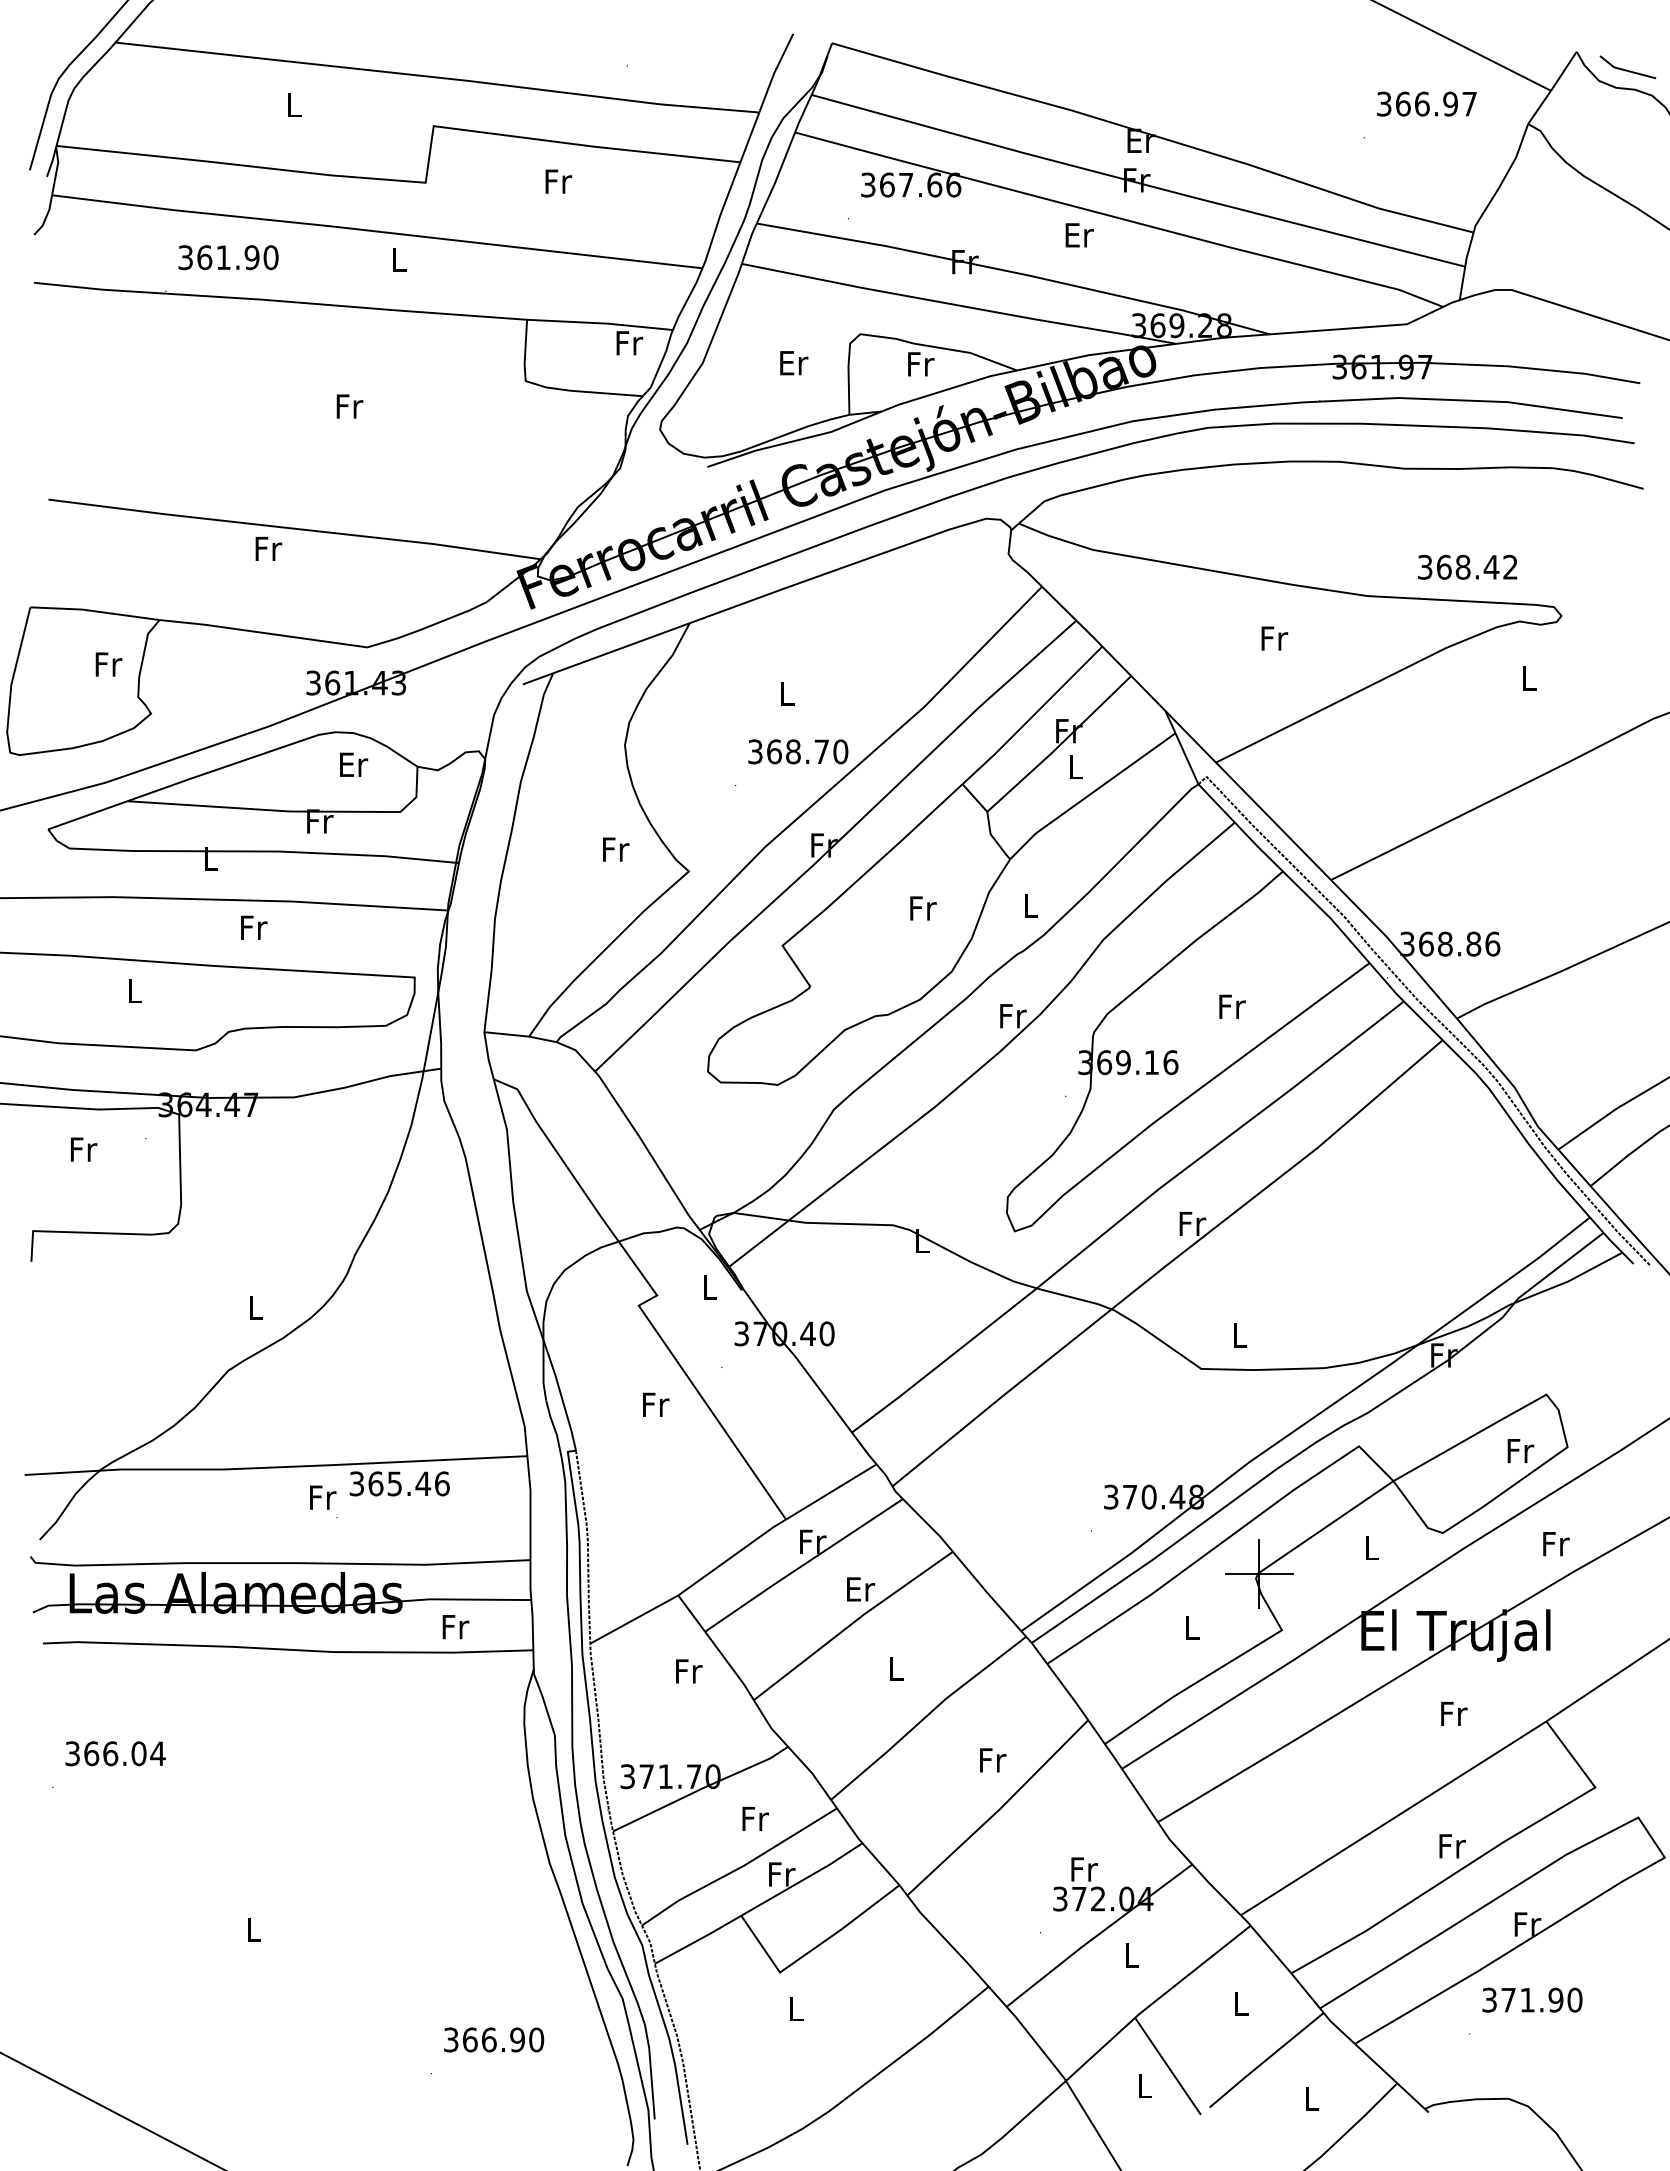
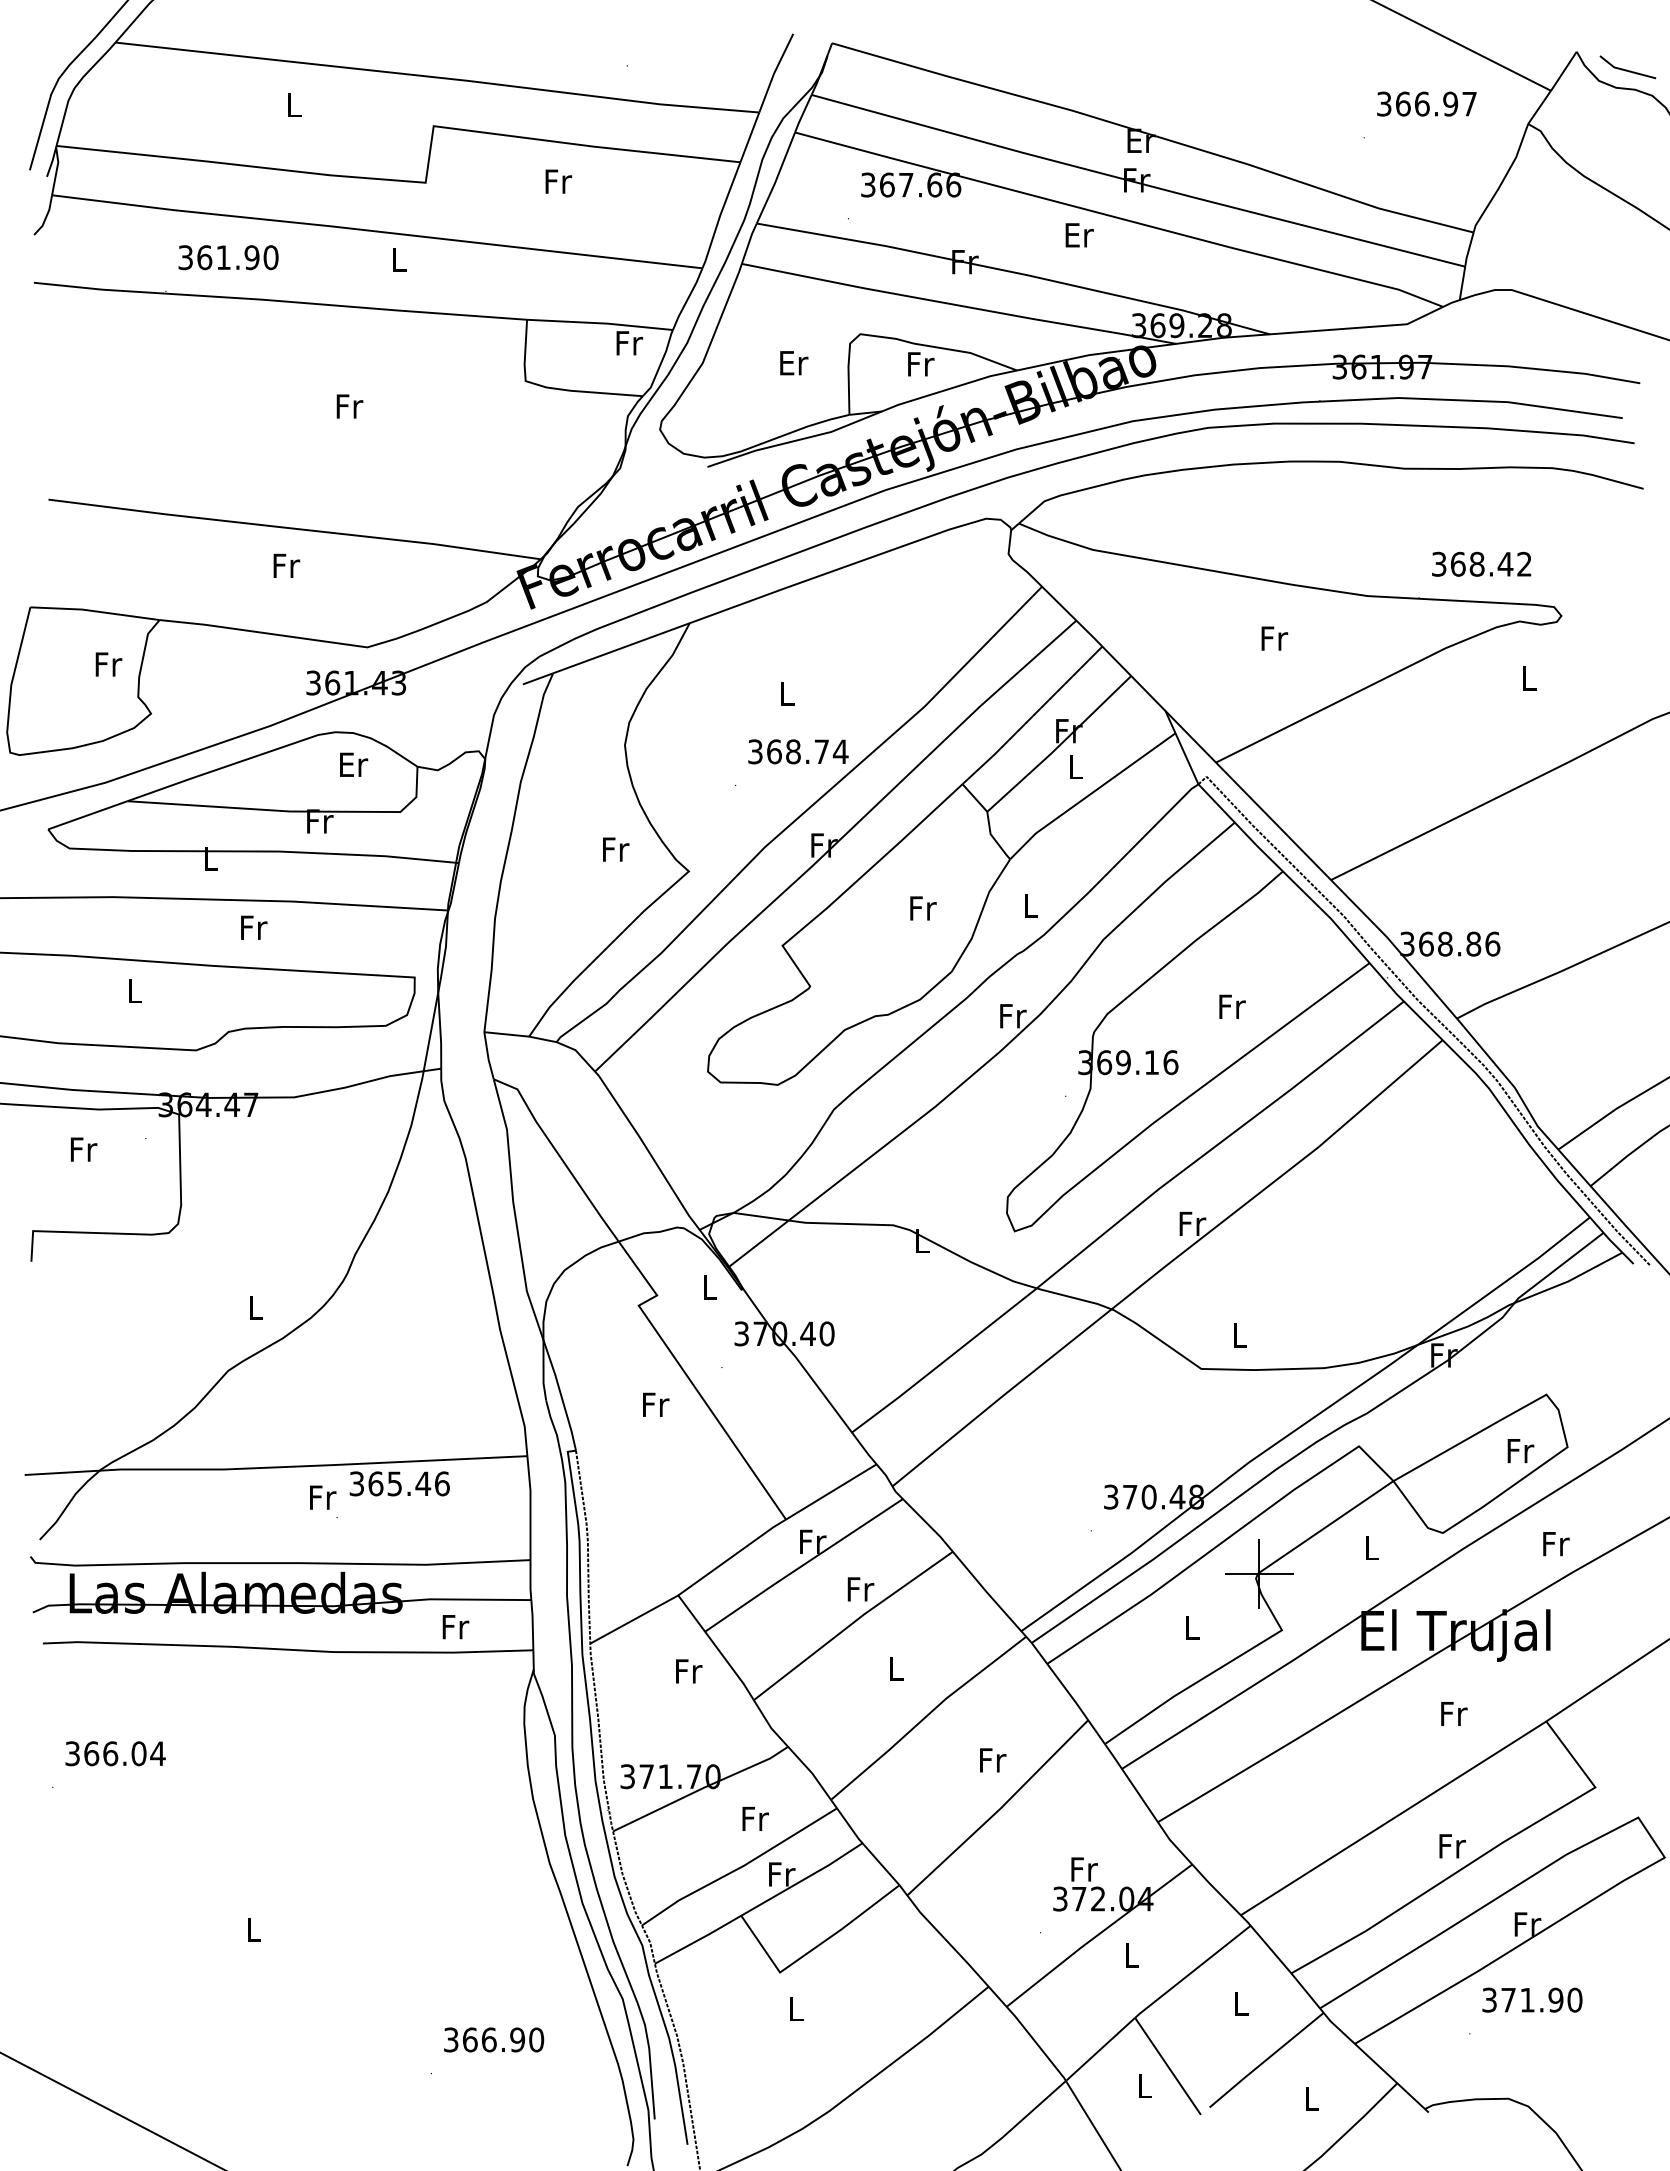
text at (268, 548) position: (268, 548) -> (286, 565)
text at (1467, 566) position: (1467, 566) -> (1481, 563)
text at (840, 751): 368.70 -> 368.74
text at (861, 1589): Er -> Fr
